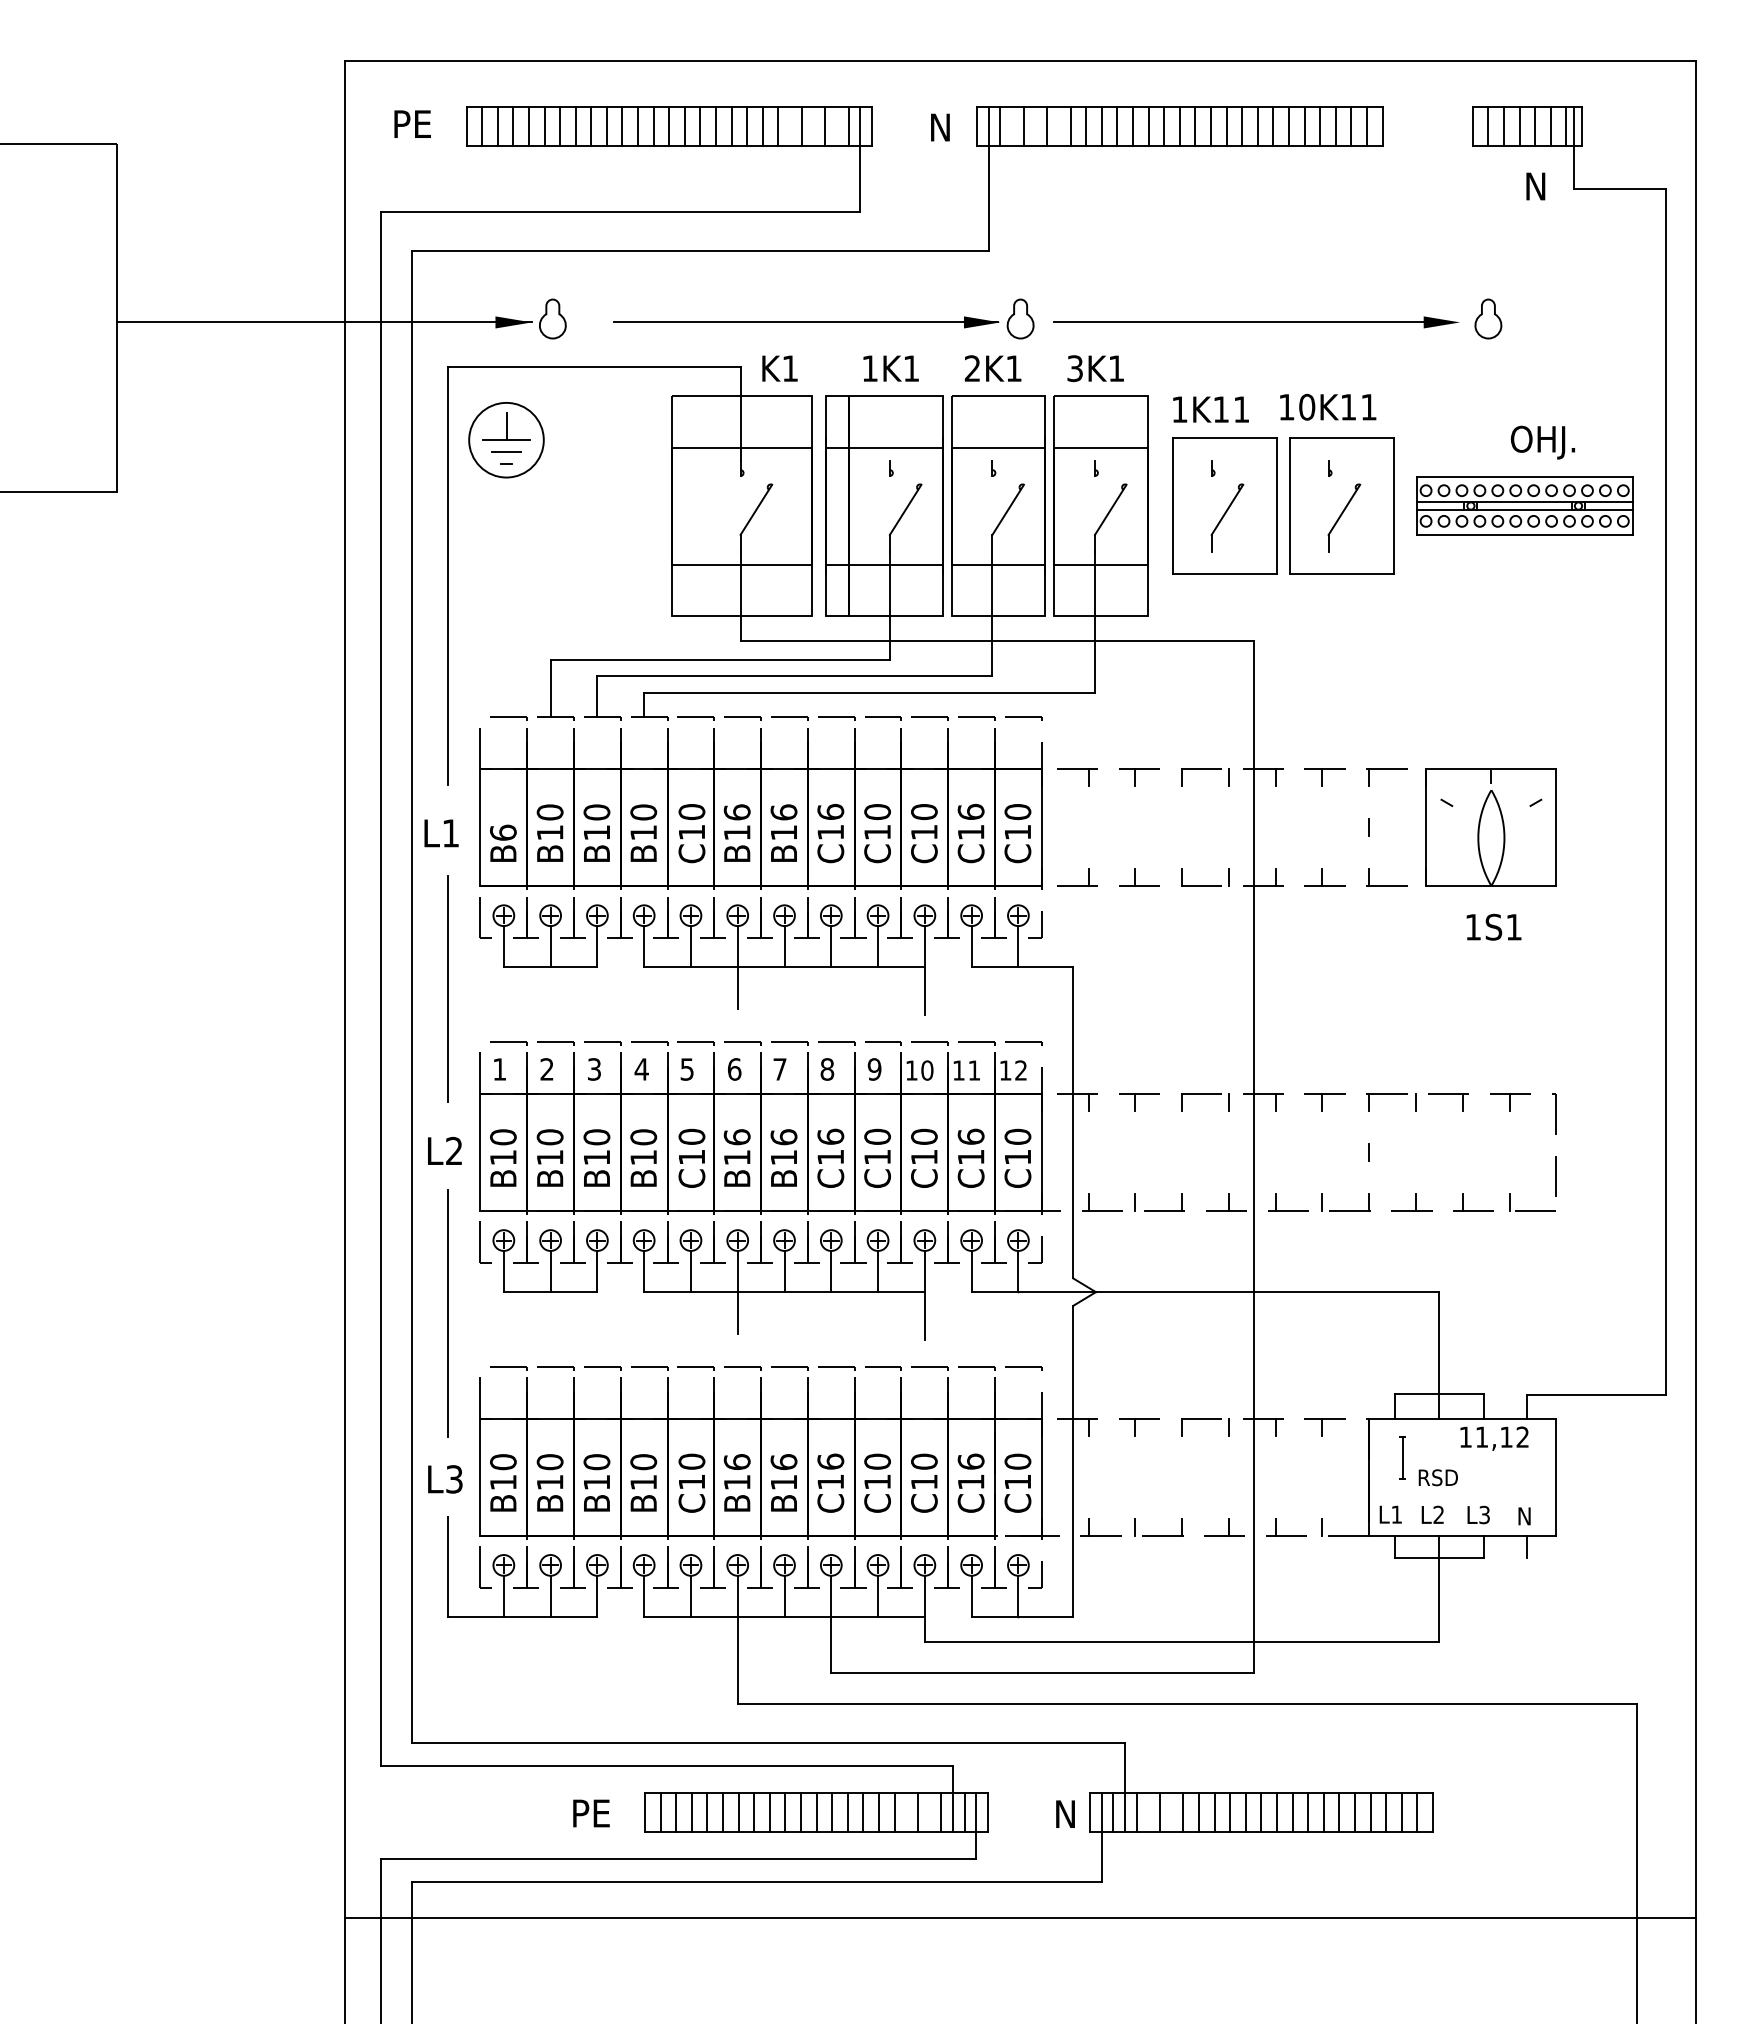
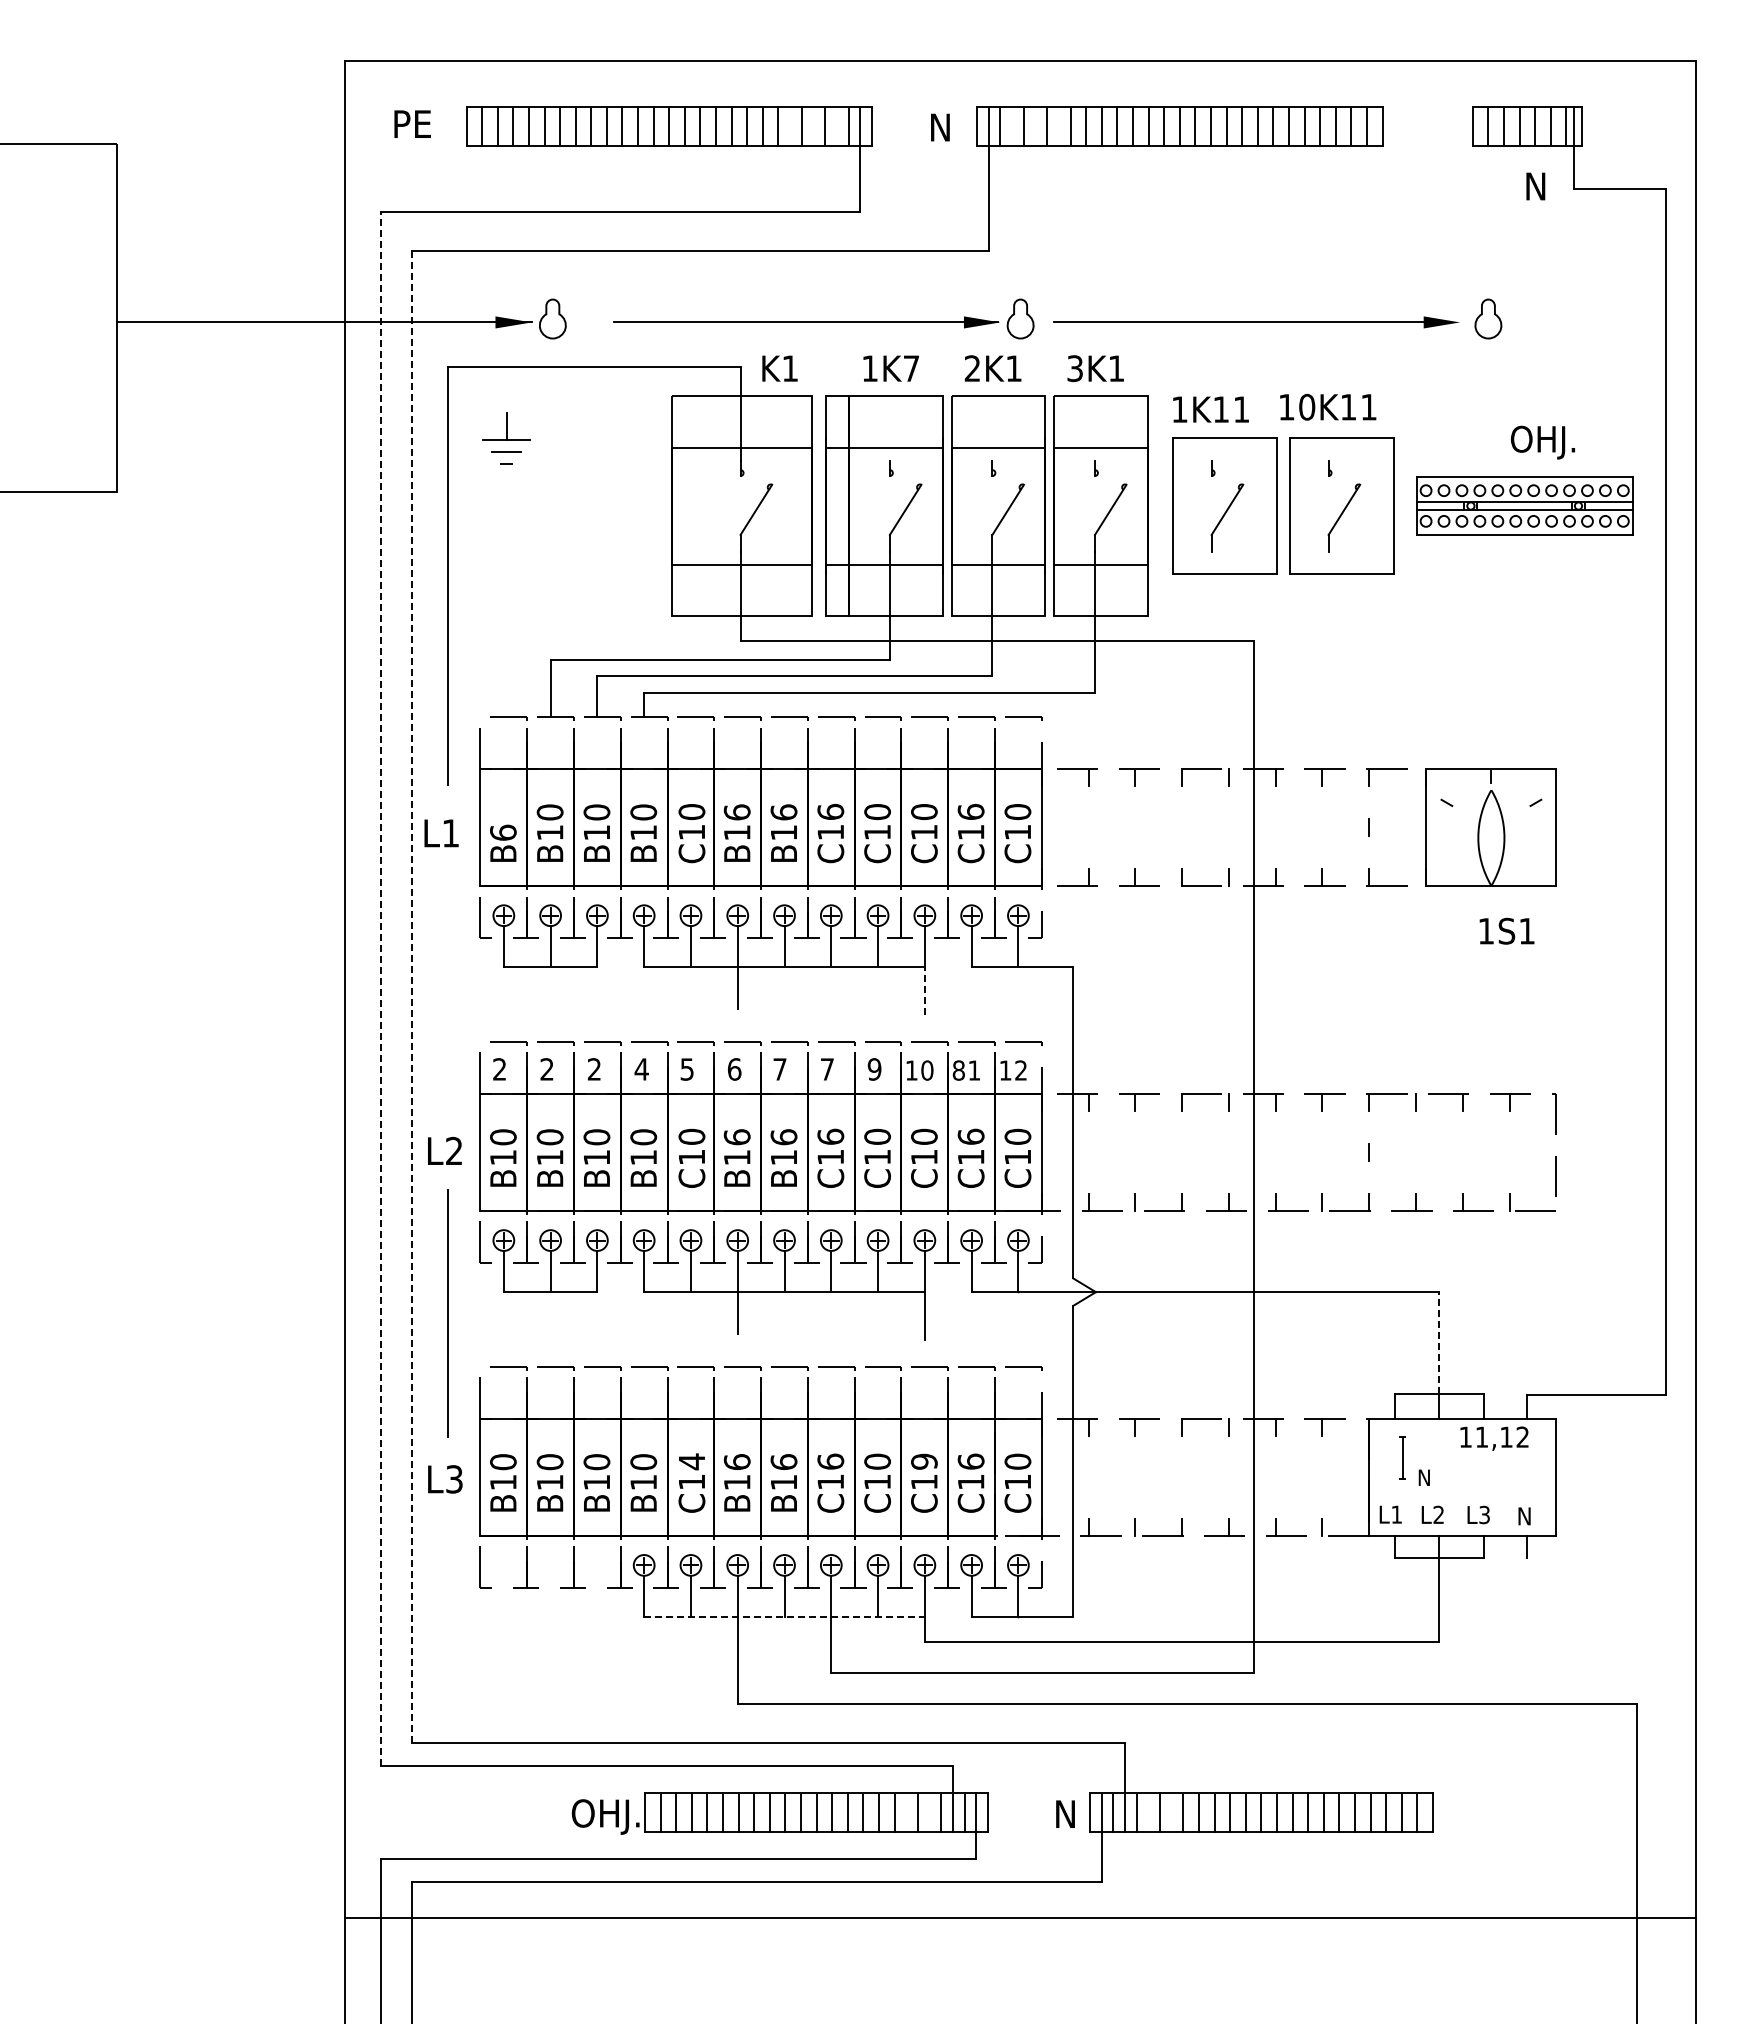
text at (911, 368): 1K1 -> 1K7
circle at (506, 440): present -> none
text at (1493, 926) position: (1493, 926) -> (1506, 930)
line at (448, 988): present -> none
line at (381, 989): solid -> dashed
line at (924, 991): solid -> dashed
line at (412, 996): solid -> dashed
text at (499, 1069): 1 -> 2
text at (594, 1069): 3 -> 2
text at (827, 1069): 8 -> 7
text at (958, 1070): 11 -> 81
line at (1439, 1343): solid -> dashed
text at (691, 1461): C10 -> C14
text at (924, 1461): C10 -> C19
text at (1438, 1477): RSD -> N
part at (515, 1566): present -> none
line at (785, 1617): solid -> dashed
text at (605, 1816): PE -> OHJ.
